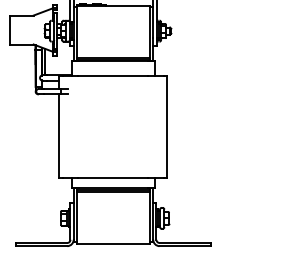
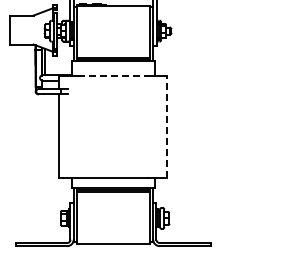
line at (113, 75): solid -> dashed
line at (167, 126): solid -> dashed
